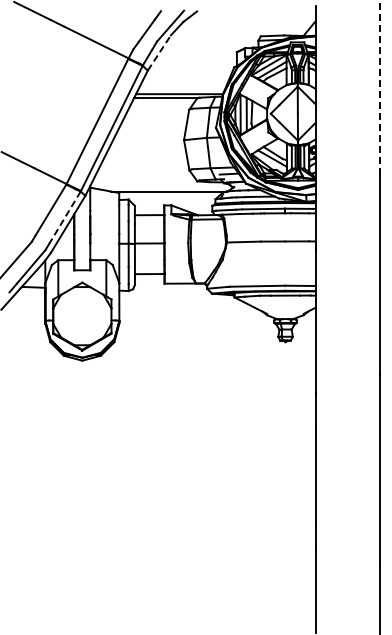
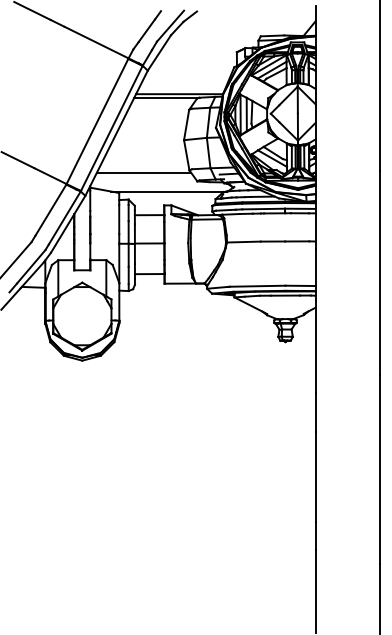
line at (159, 52): dashed -> solid
line at (380, 86): dashed -> solid
line at (143, 172): none -> present
line at (64, 218): dashed -> solid
